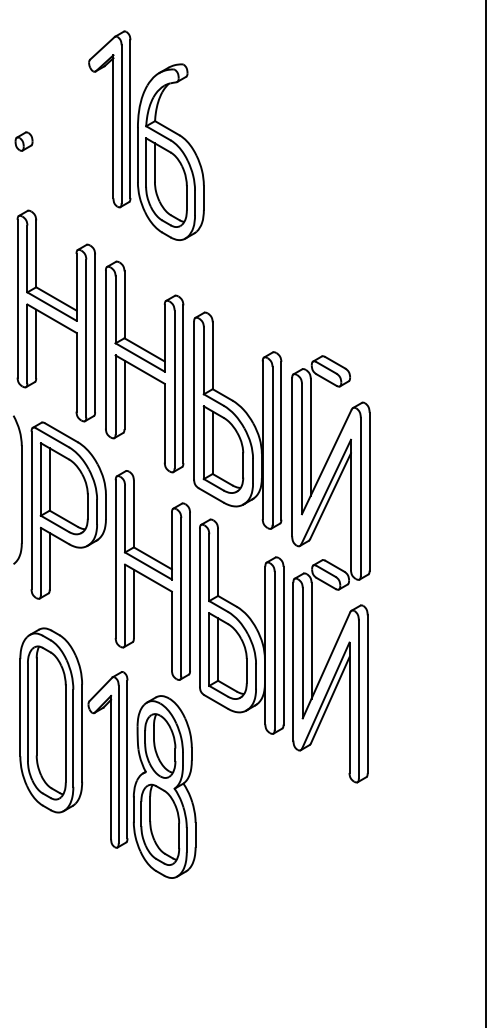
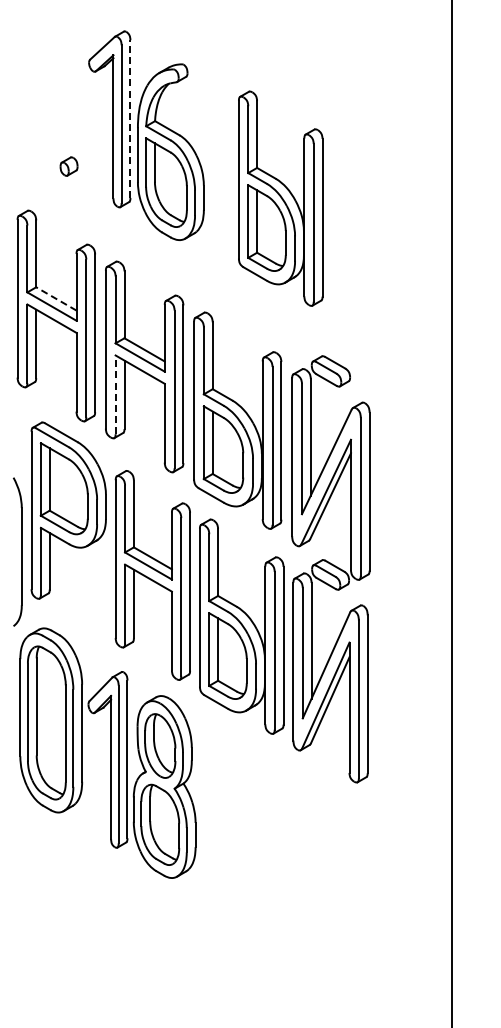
line at (130, 119): solid -> dashed
part at (23, 141) position: (23, 141) -> (68, 166)
part at (280, 198): none -> present
line at (55, 298): solid -> dashed
line at (115, 394): solid -> dashed
part at (17, 489) position: (17, 489) -> (17, 551)
line at (485, 513) position: (485, 513) -> (451, 513)
